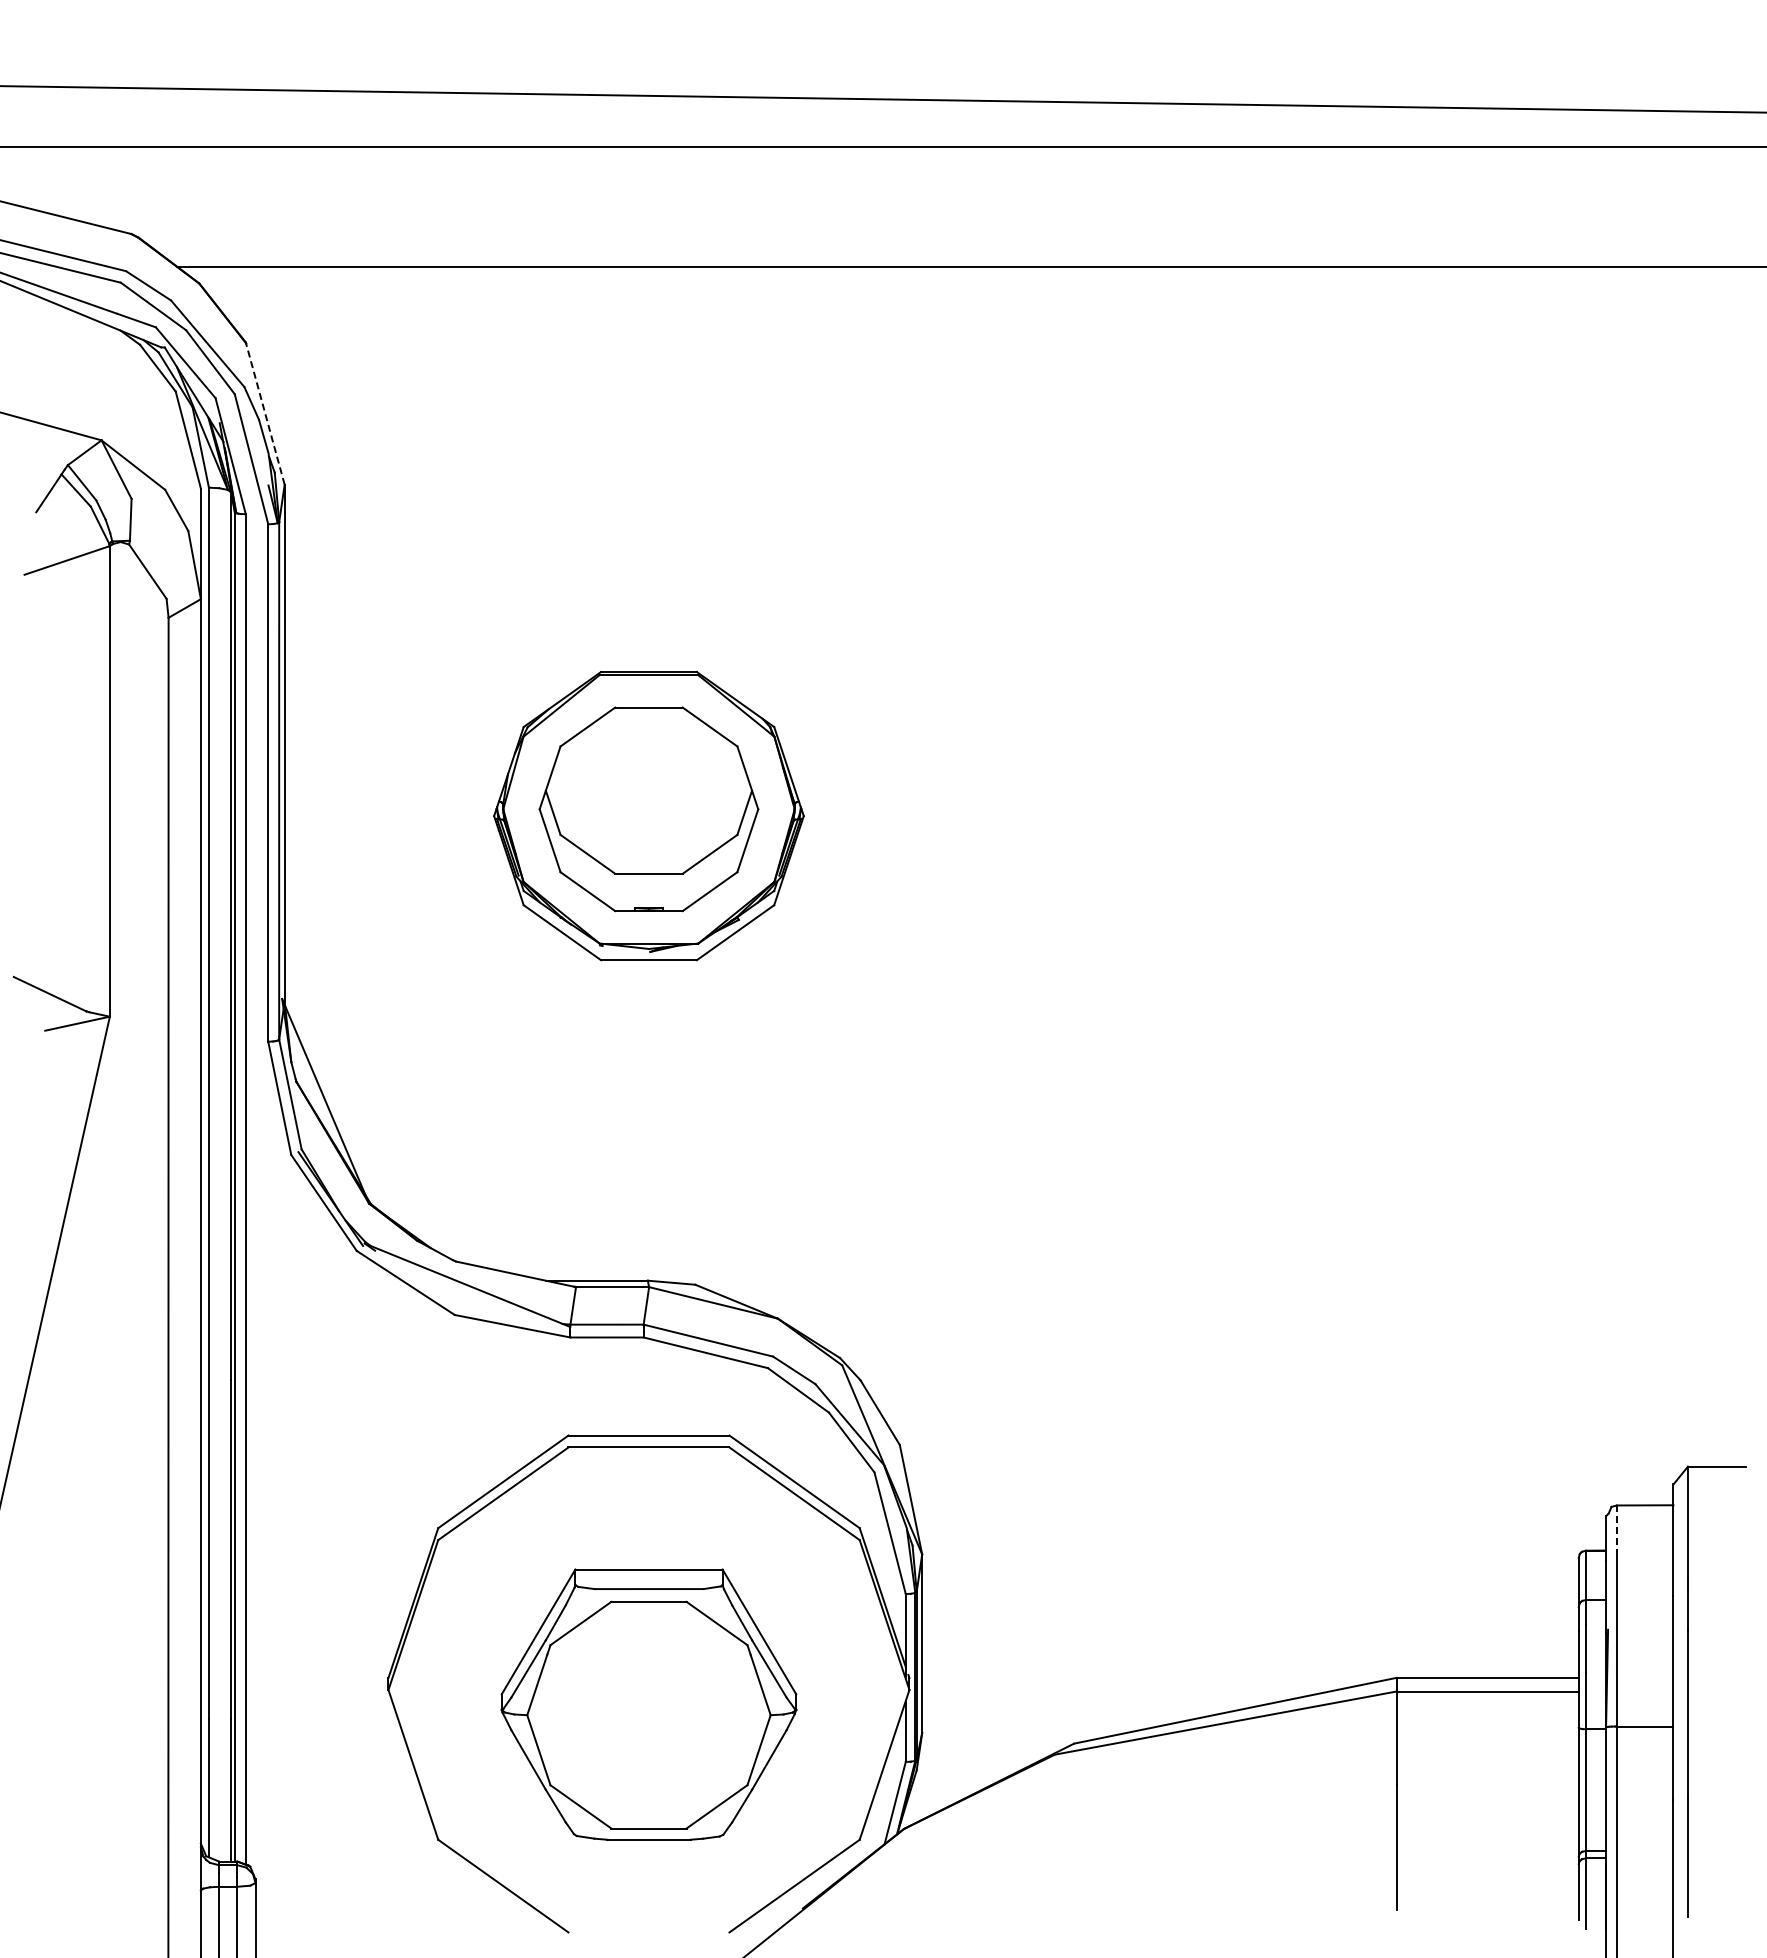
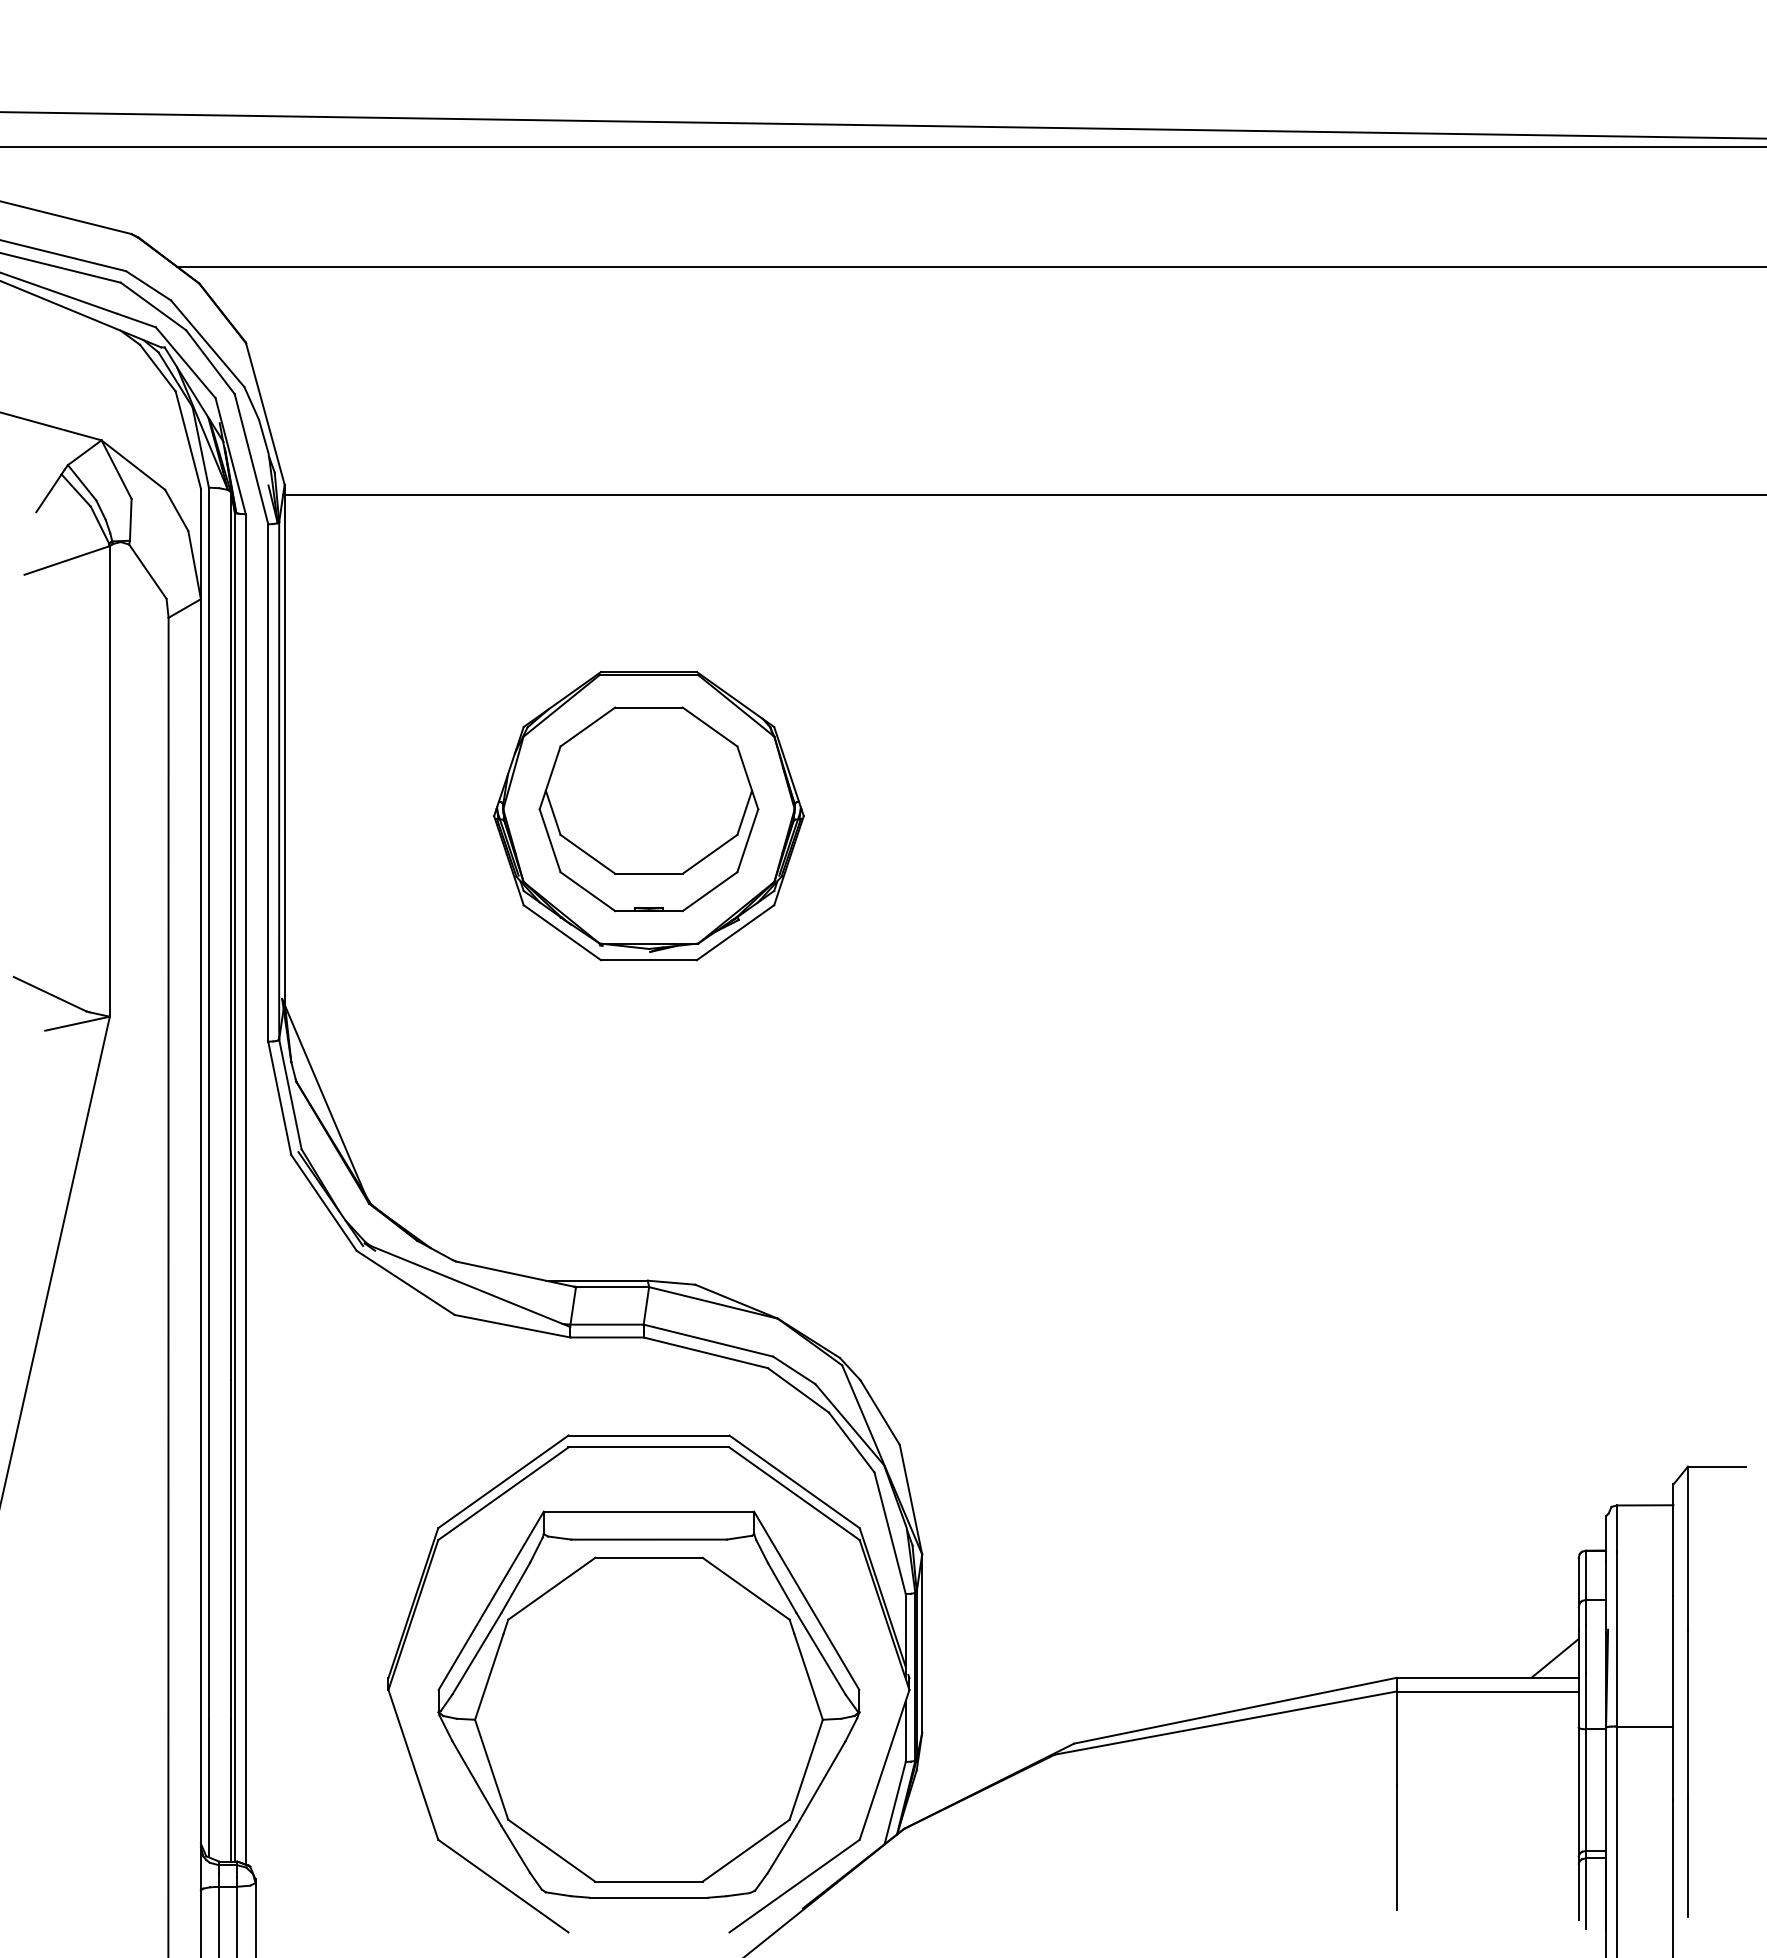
line at (882, 99) position: (882, 99) -> (882, 125)
line at (265, 413): dashed -> solid
line at (1023, 494): none -> present
line at (1616, 1529): dashed -> solid
line at (1554, 1658): none -> present
part at (648, 1704) size: 298x273 px -> 424x389 px
